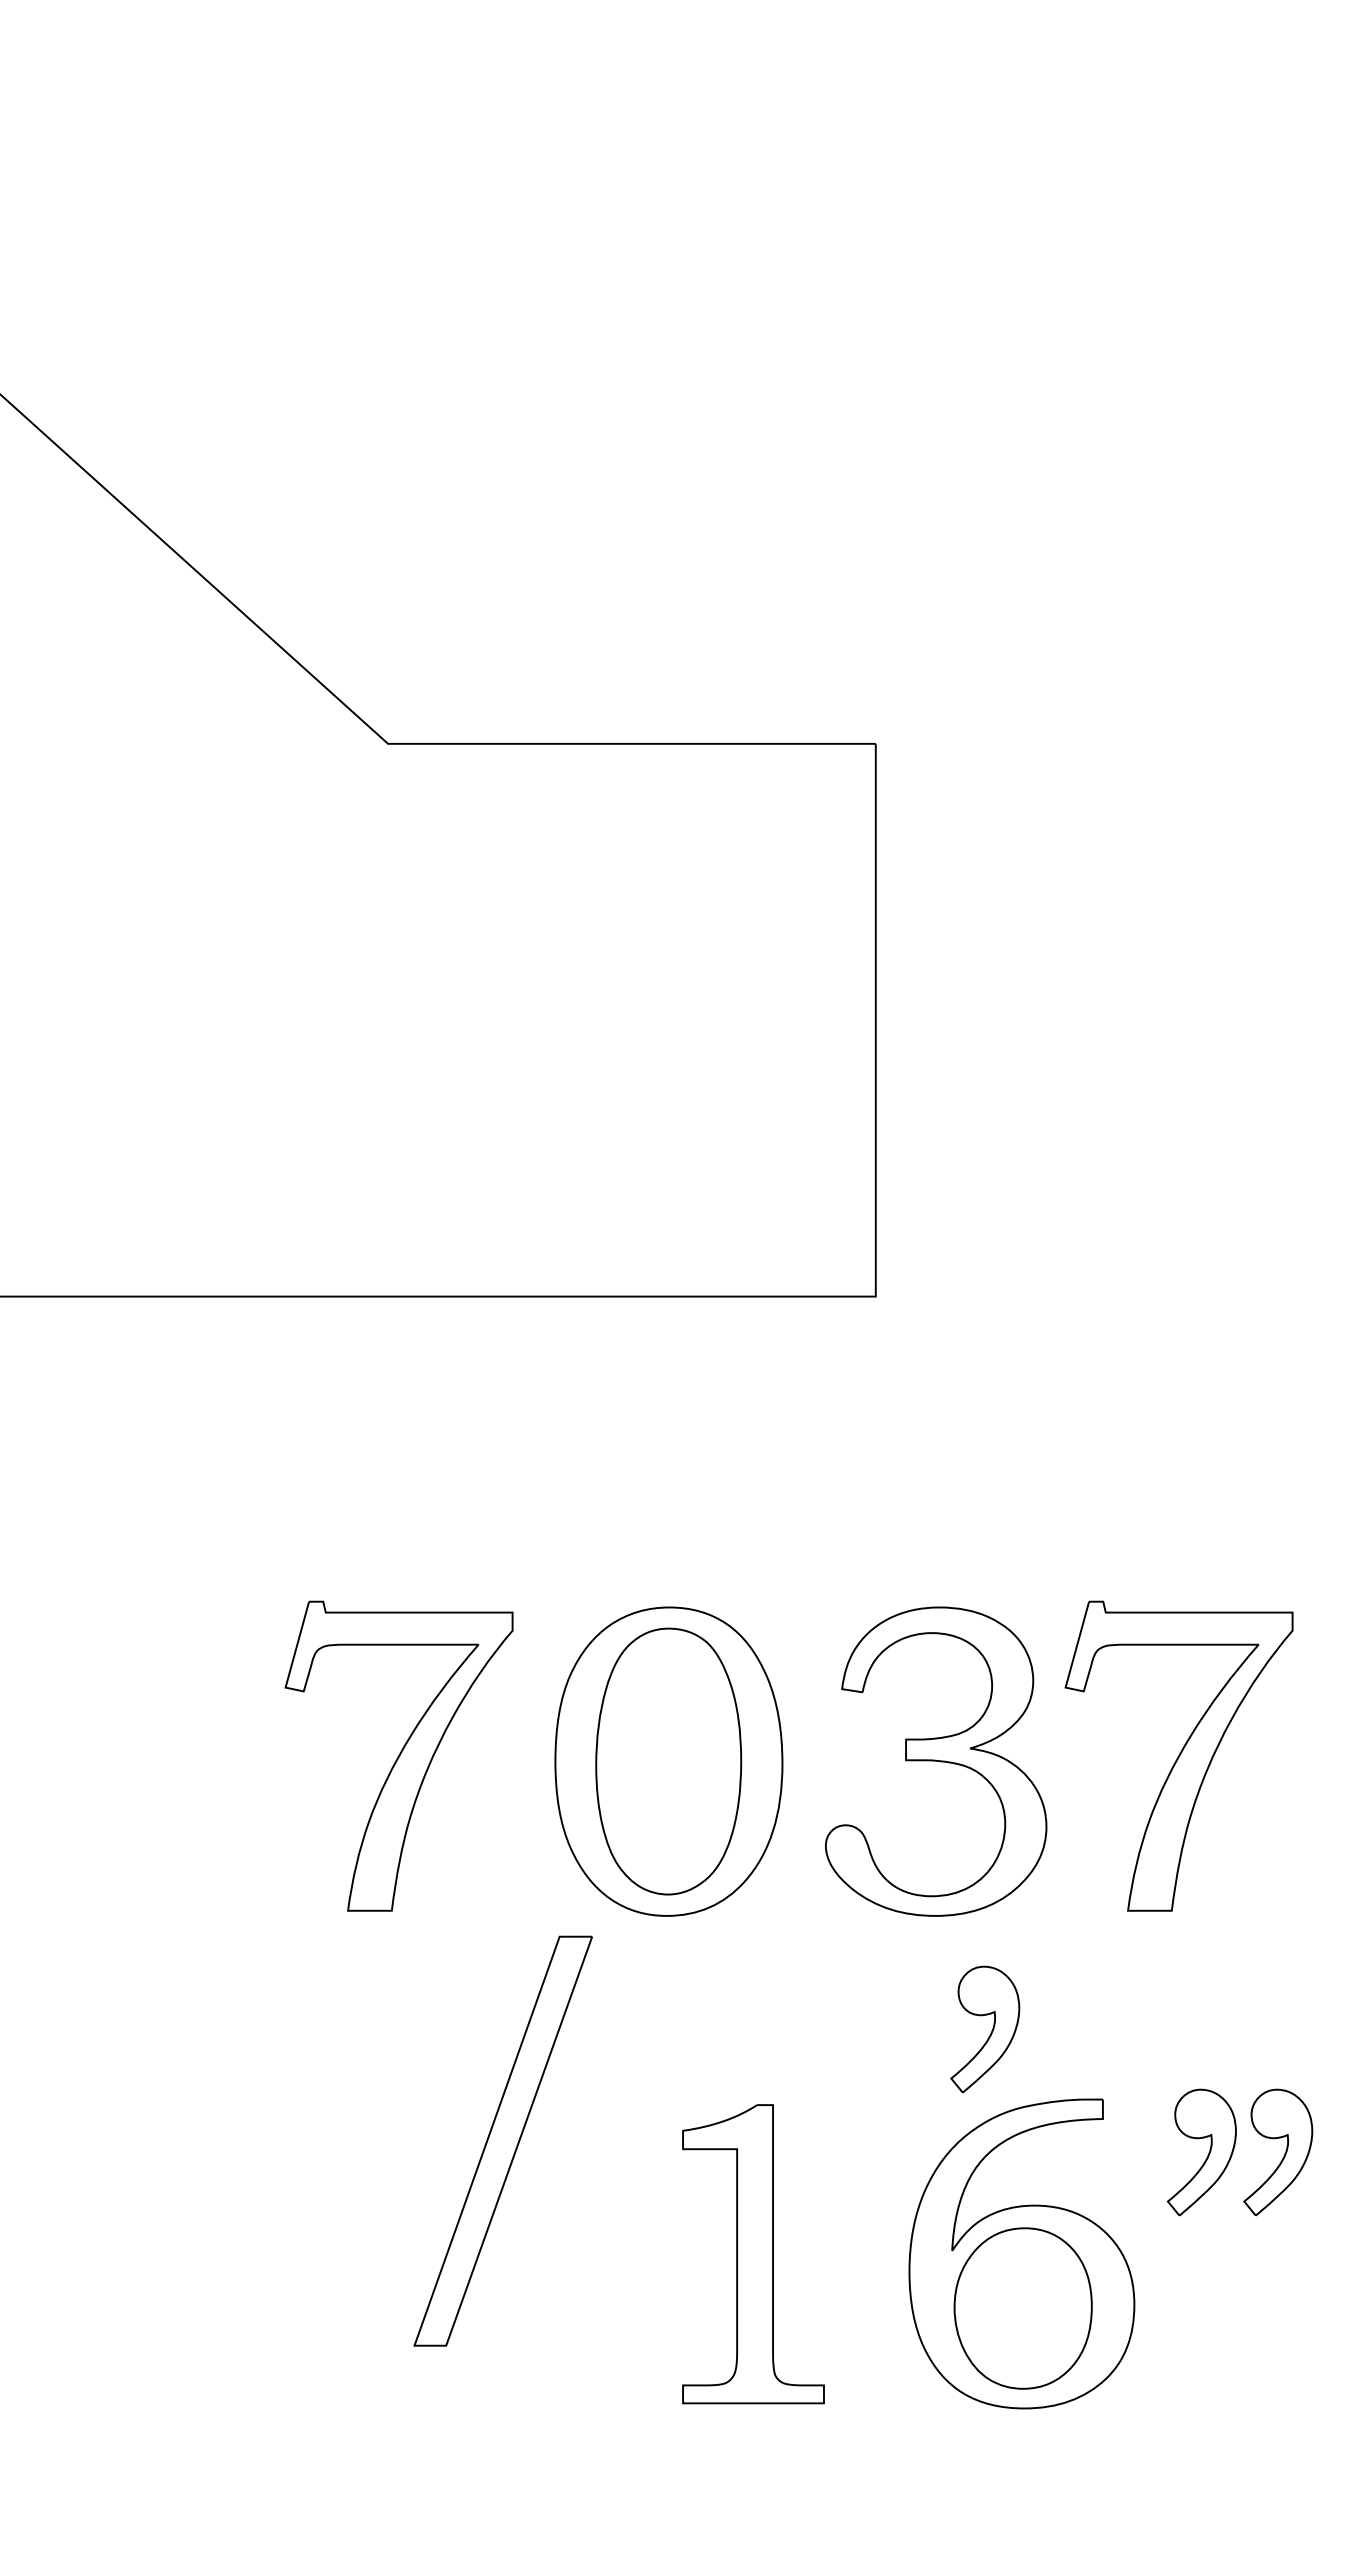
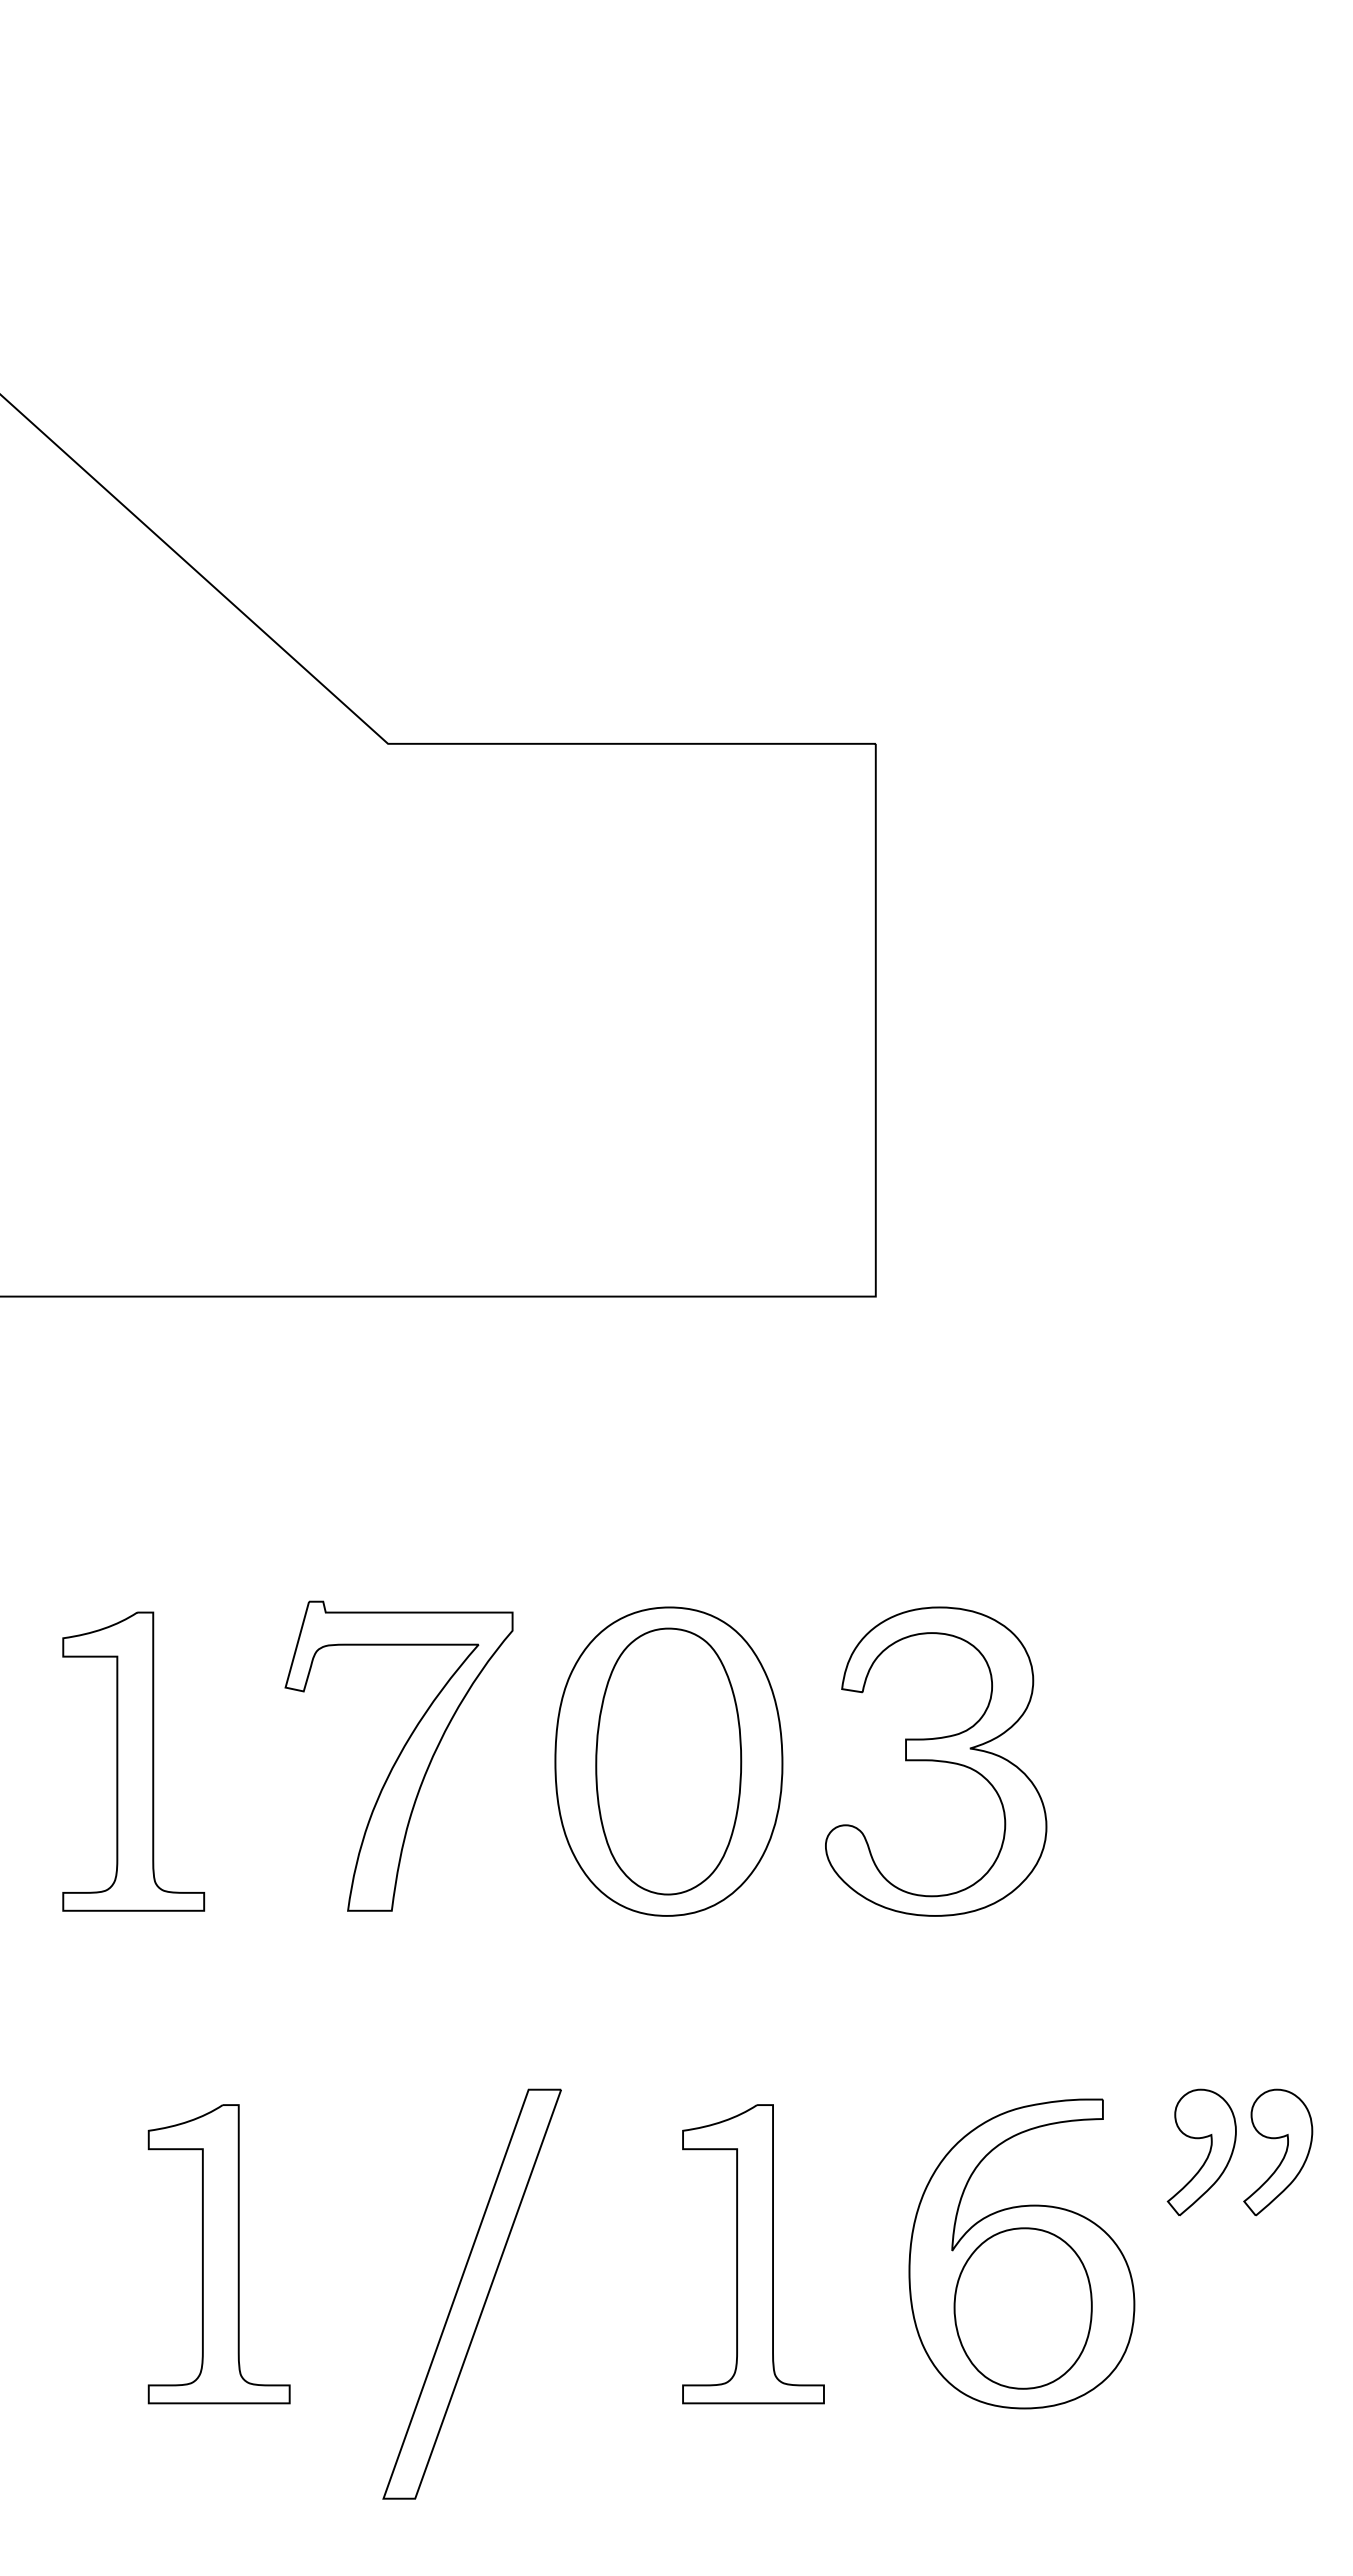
part at (1178, 1755): present -> none
part at (133, 1761): none -> present
part at (985, 2029): present -> none
part at (502, 2140) position: (502, 2140) -> (471, 2293)
part at (218, 2254): none -> present
